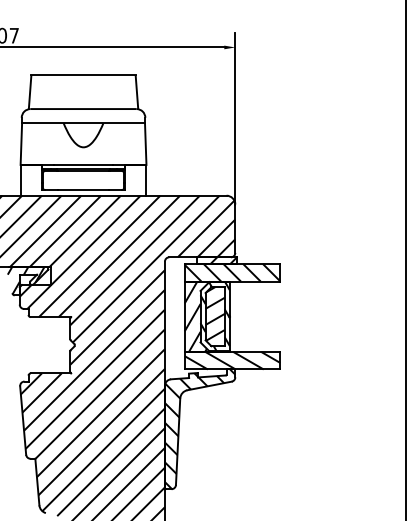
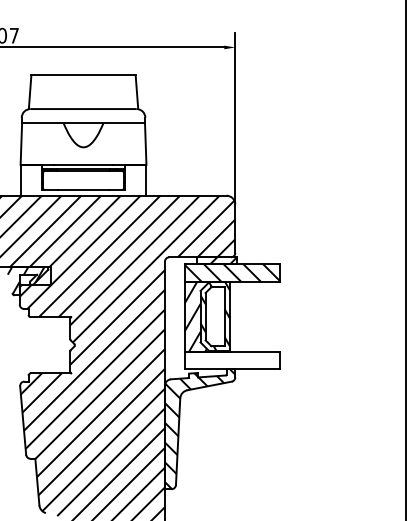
hatch at (214, 316): present -> none
hatch at (232, 360): present -> none
